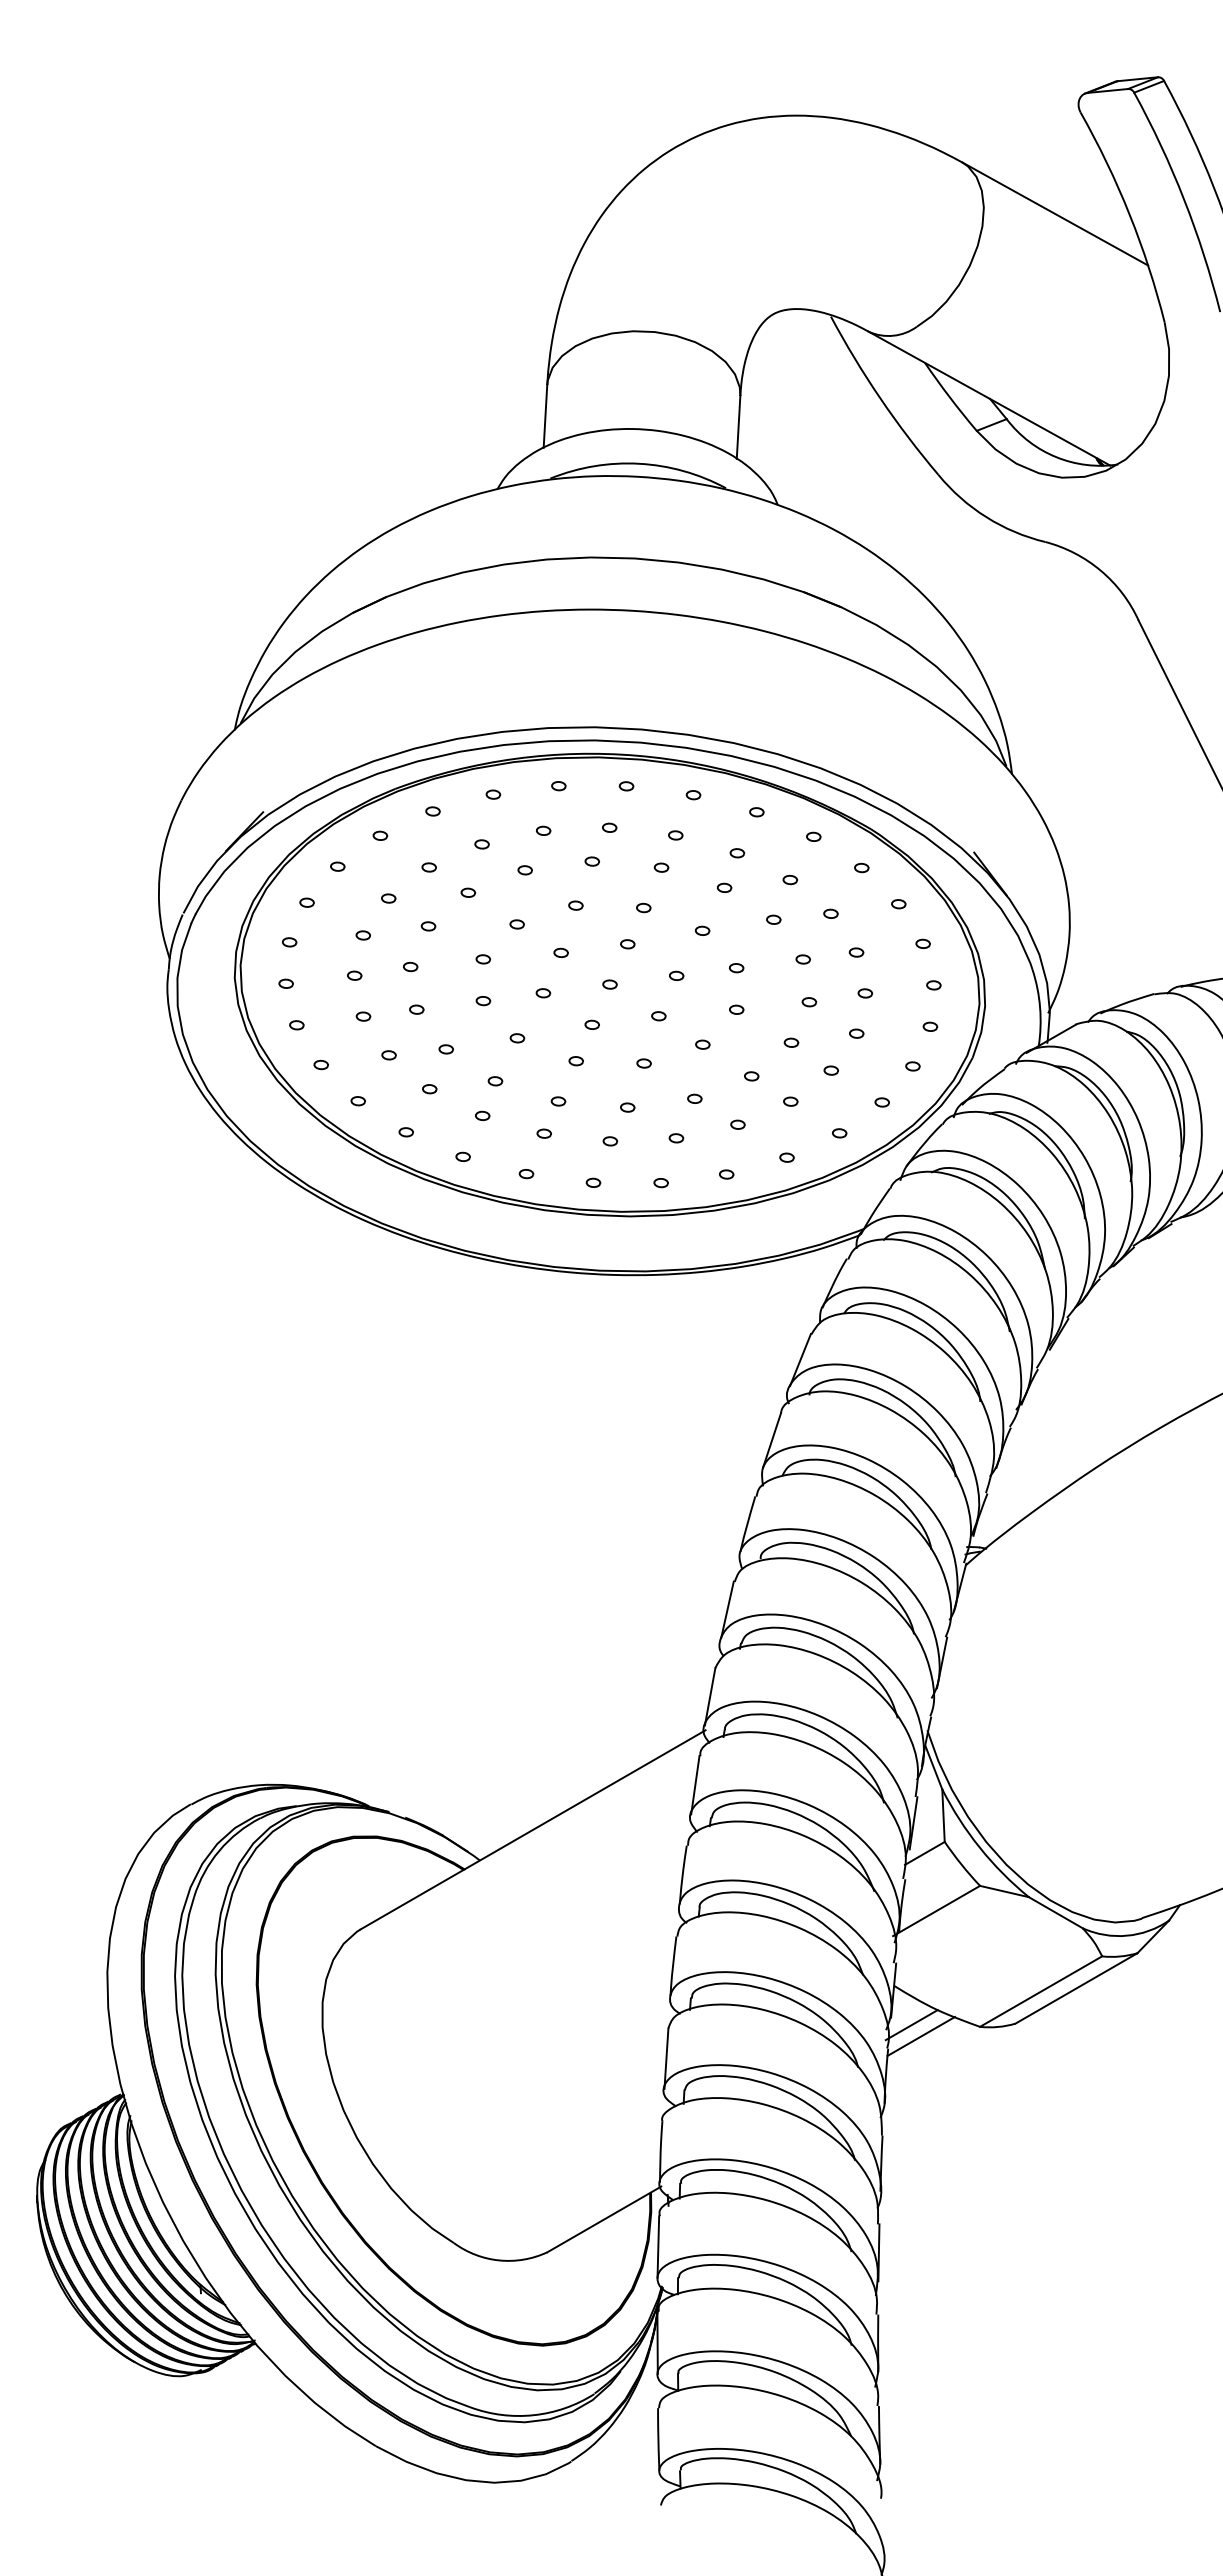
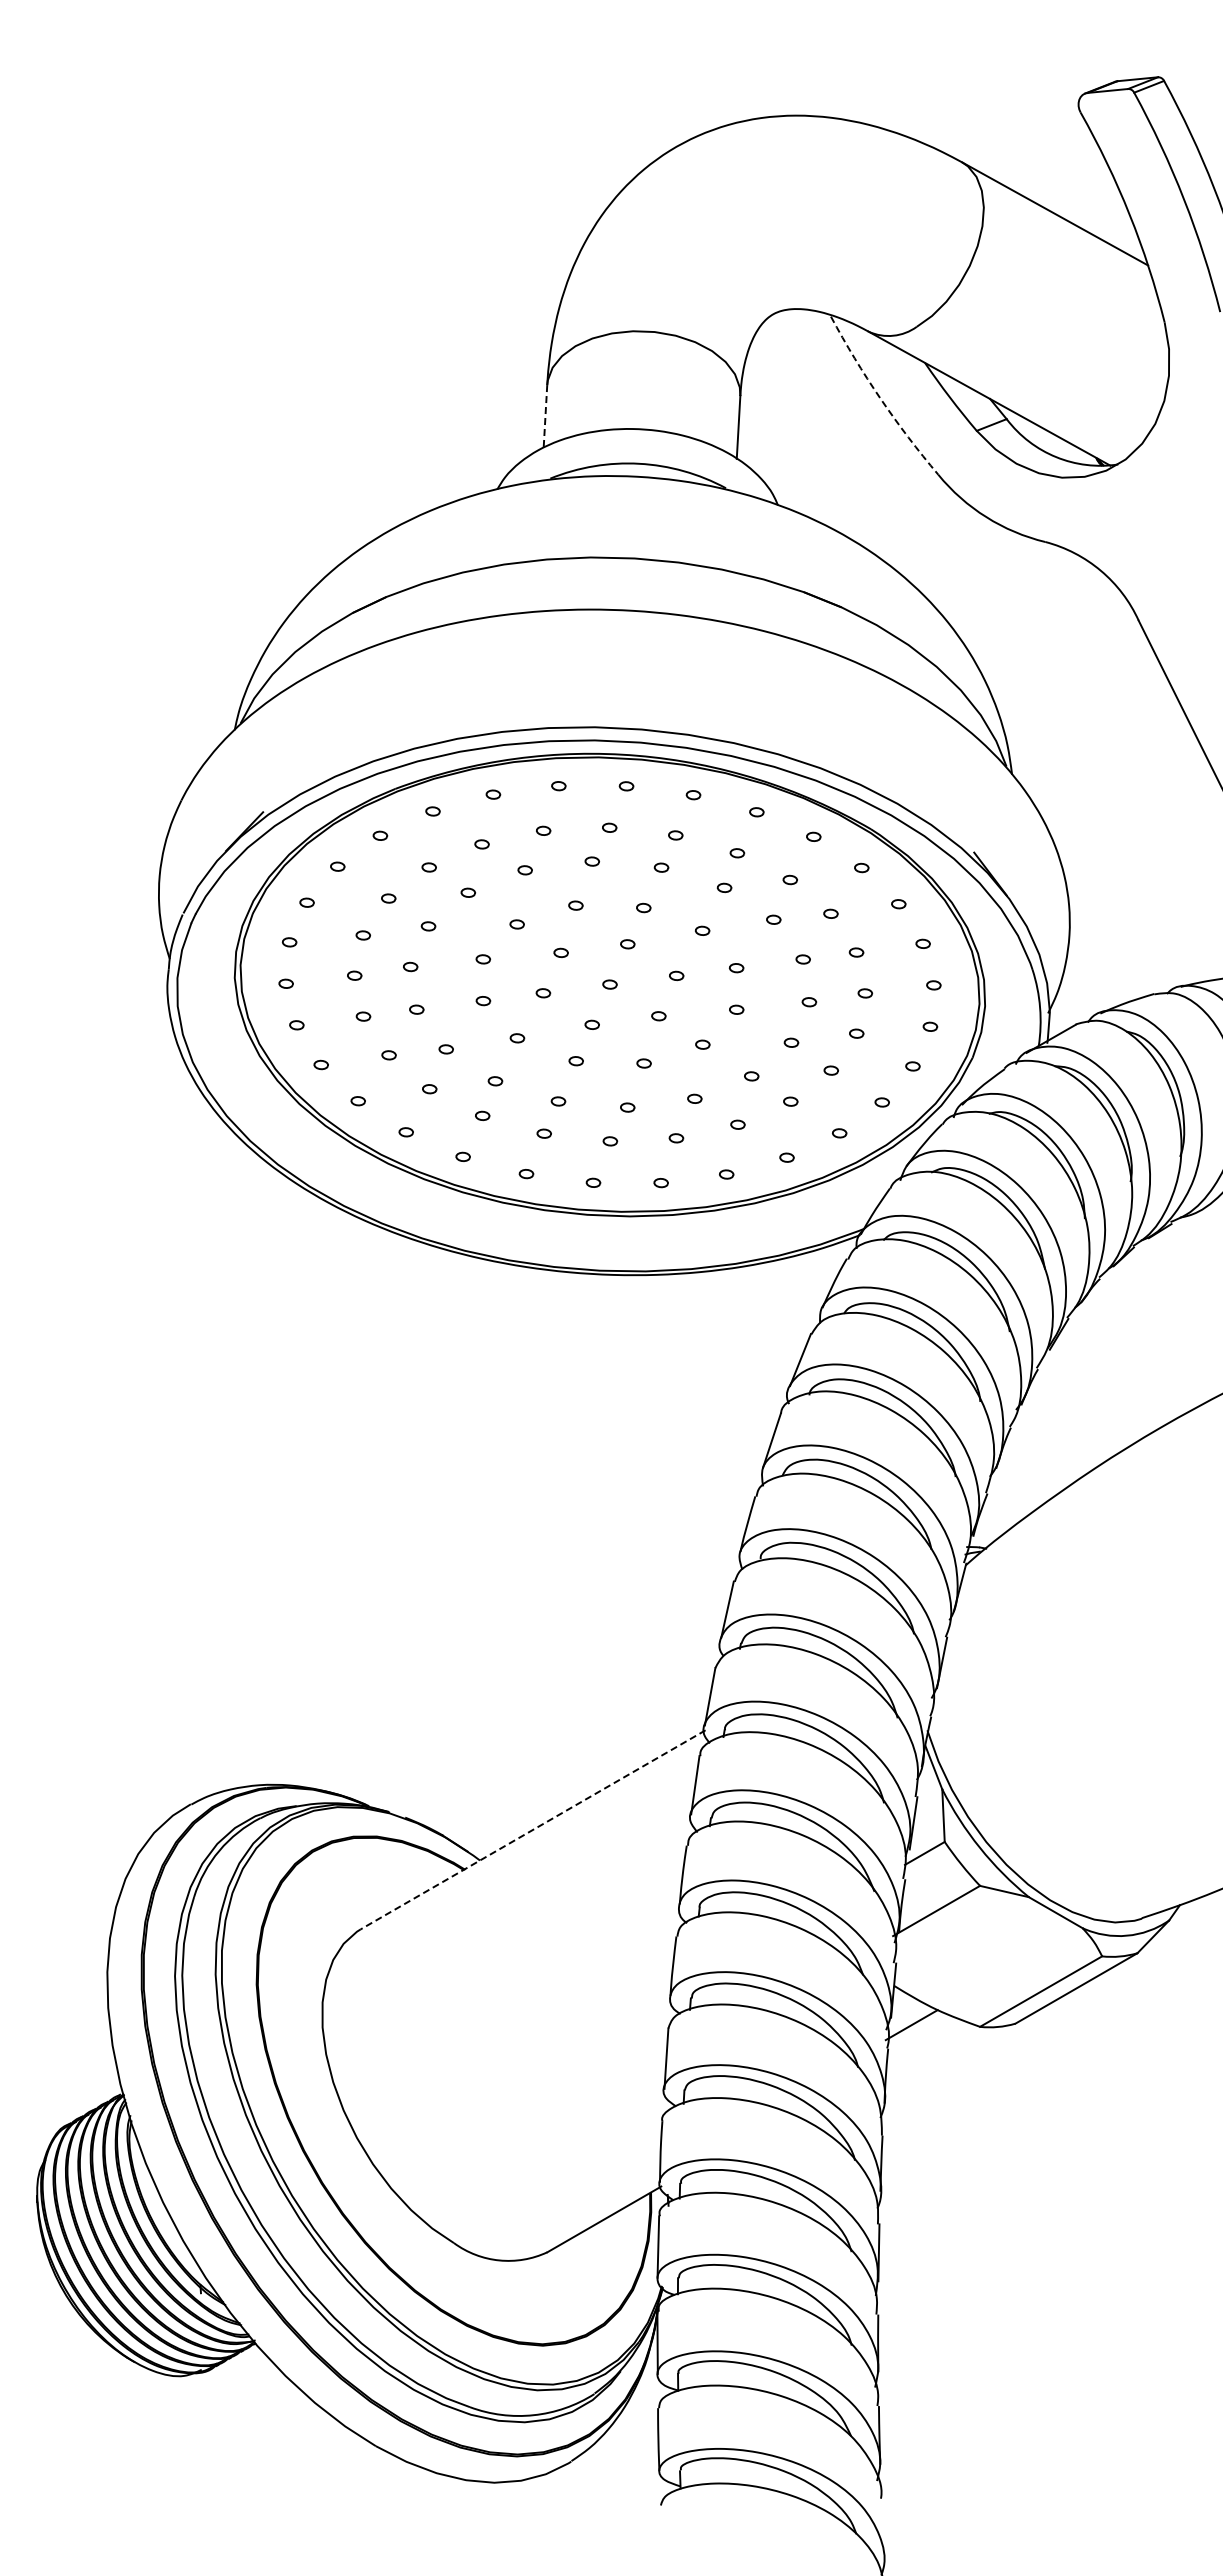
arc at (880, 398): solid -> dashed
line at (545, 416): solid -> dashed
line at (532, 1830): solid -> dashed
line at (921, 2035): present -> none
